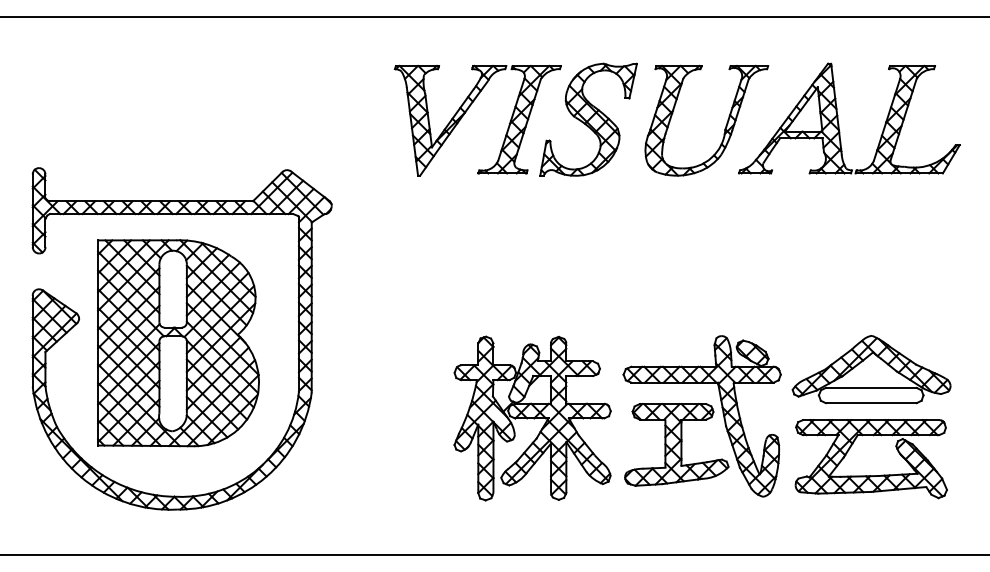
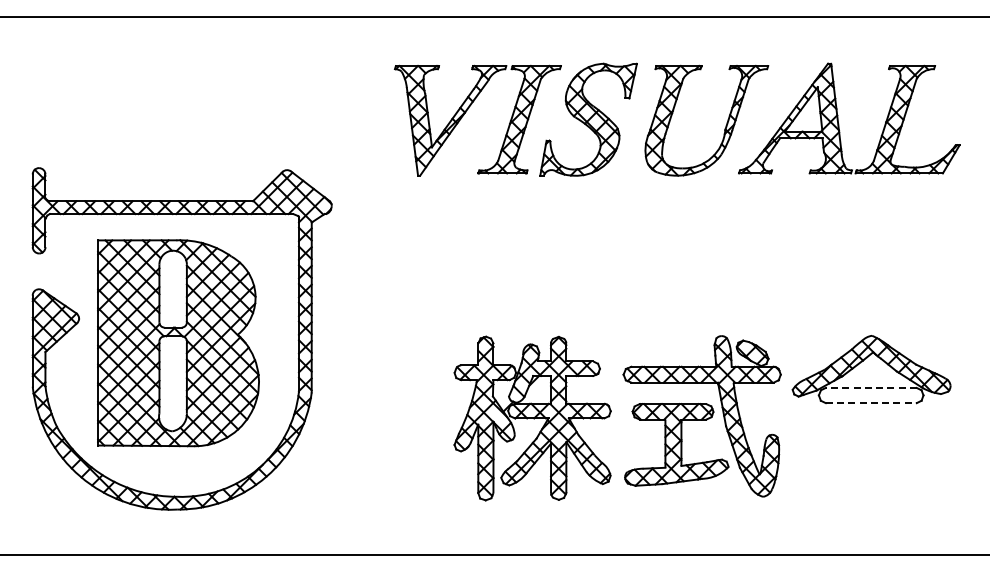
line at (870, 387): solid -> dashed
line at (871, 403): solid -> dashed
part at (870, 475): present -> none
